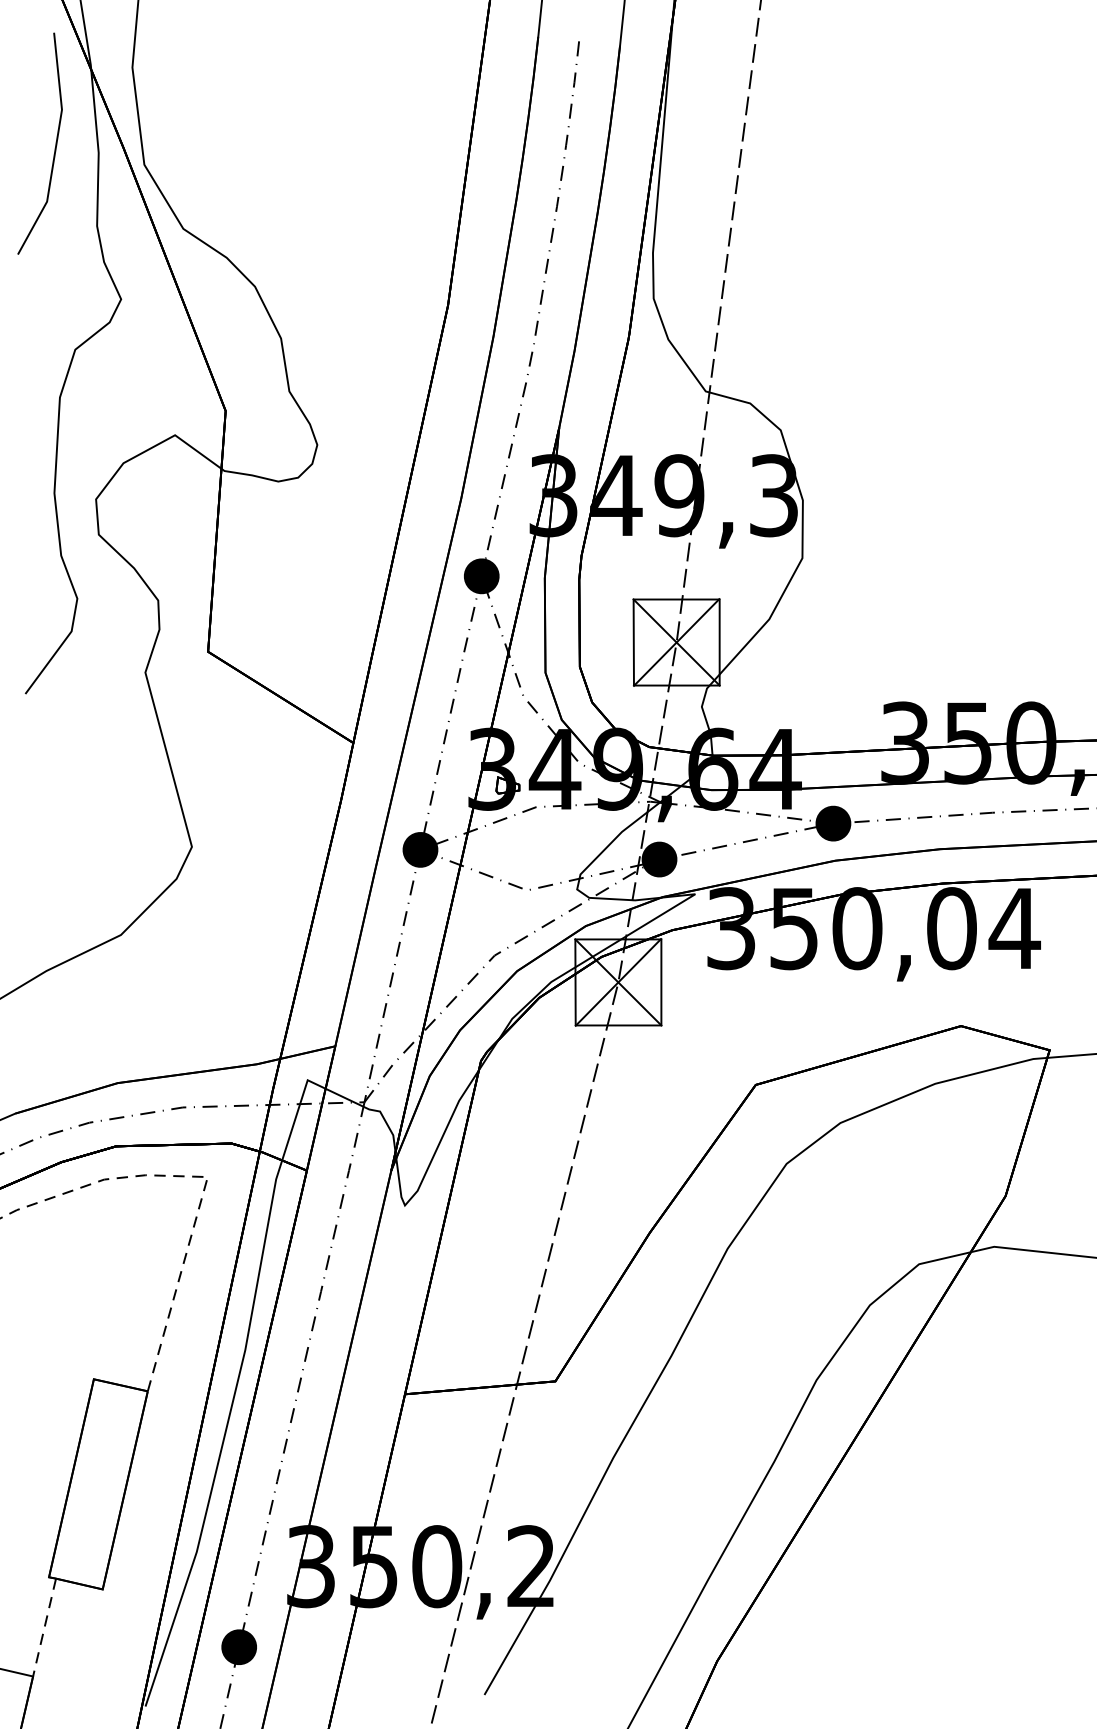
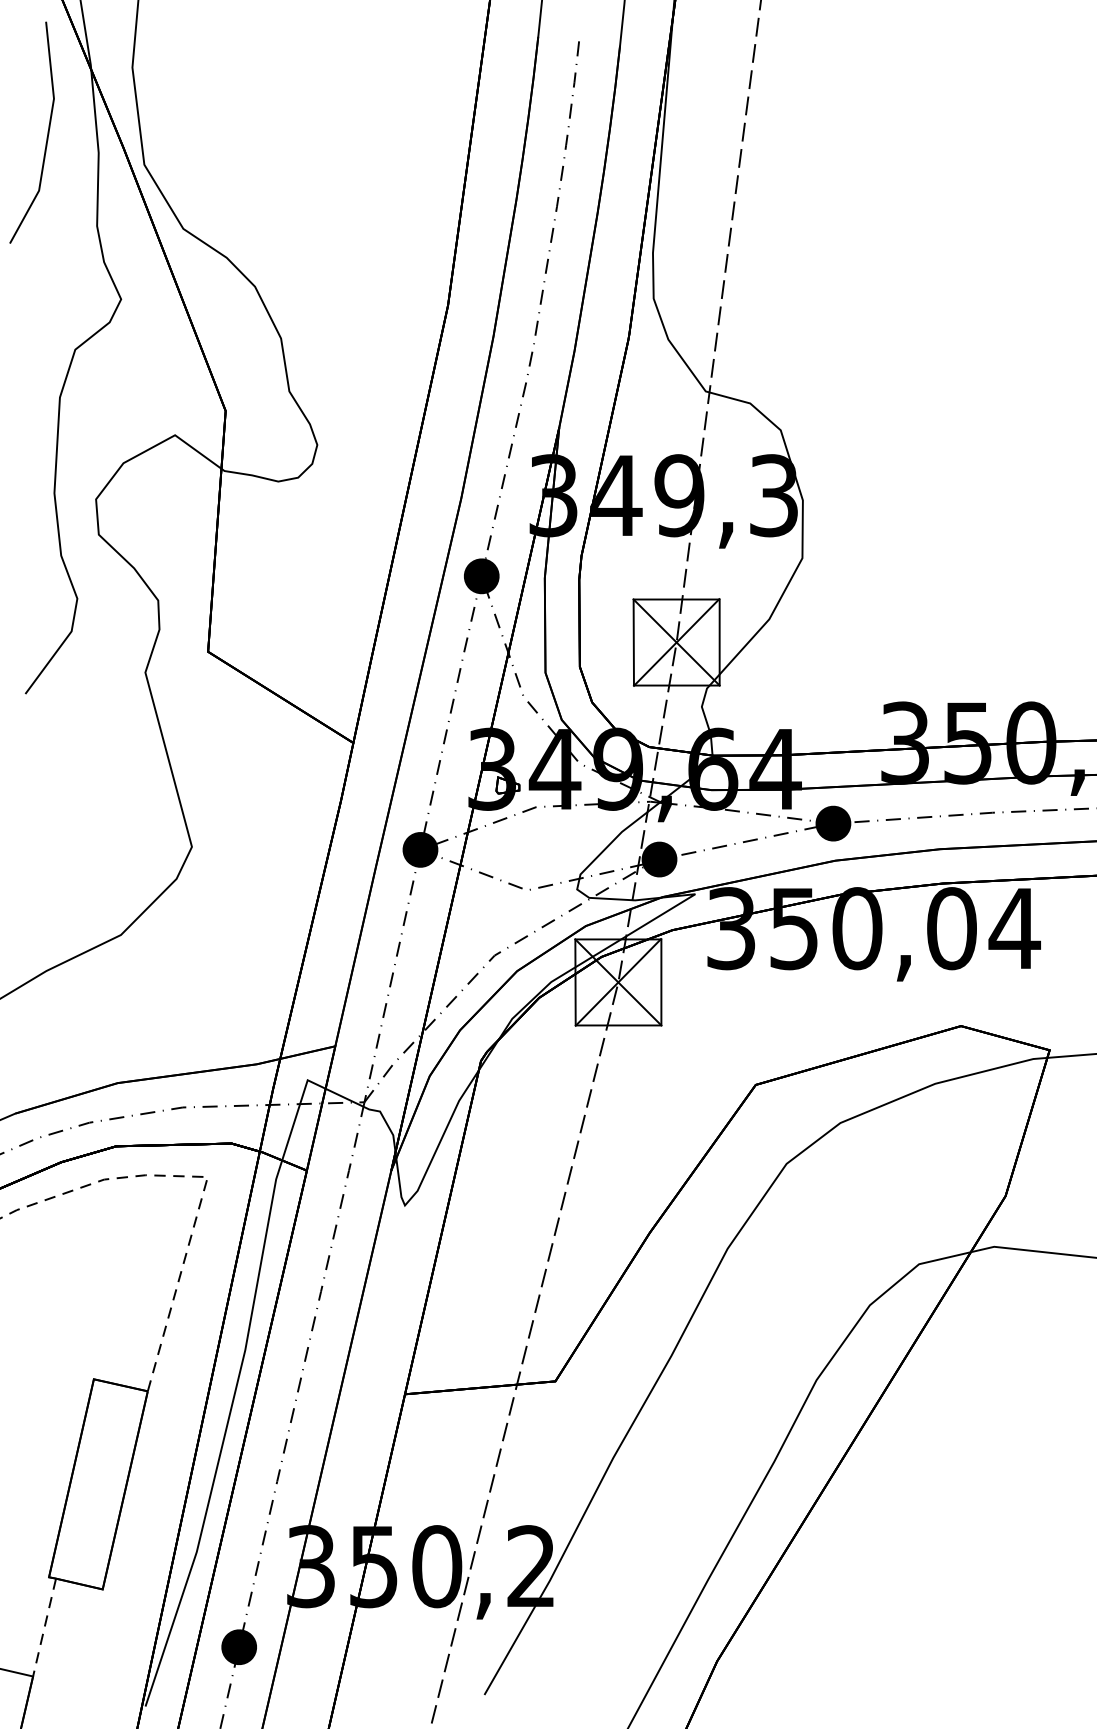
line at (54, 148) position: (54, 148) -> (46, 137)
